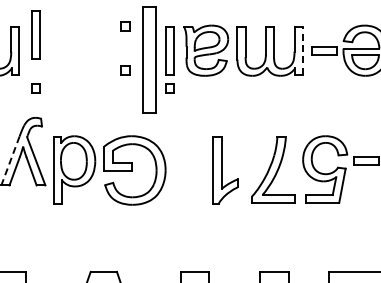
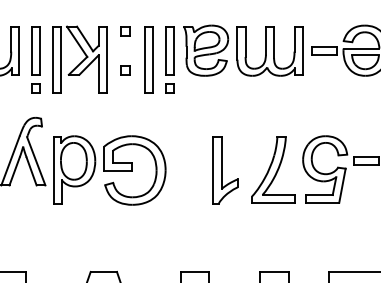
part at (125, 26) position: (125, 26) -> (125, 31)
part at (35, 34) position: (35, 34) -> (35, 50)
line at (302, 50): dashed -> solid
part at (79, 59): none -> present
part at (149, 59) size: 15x108 px -> 10x68 px
line at (10, 161): dashed -> solid
